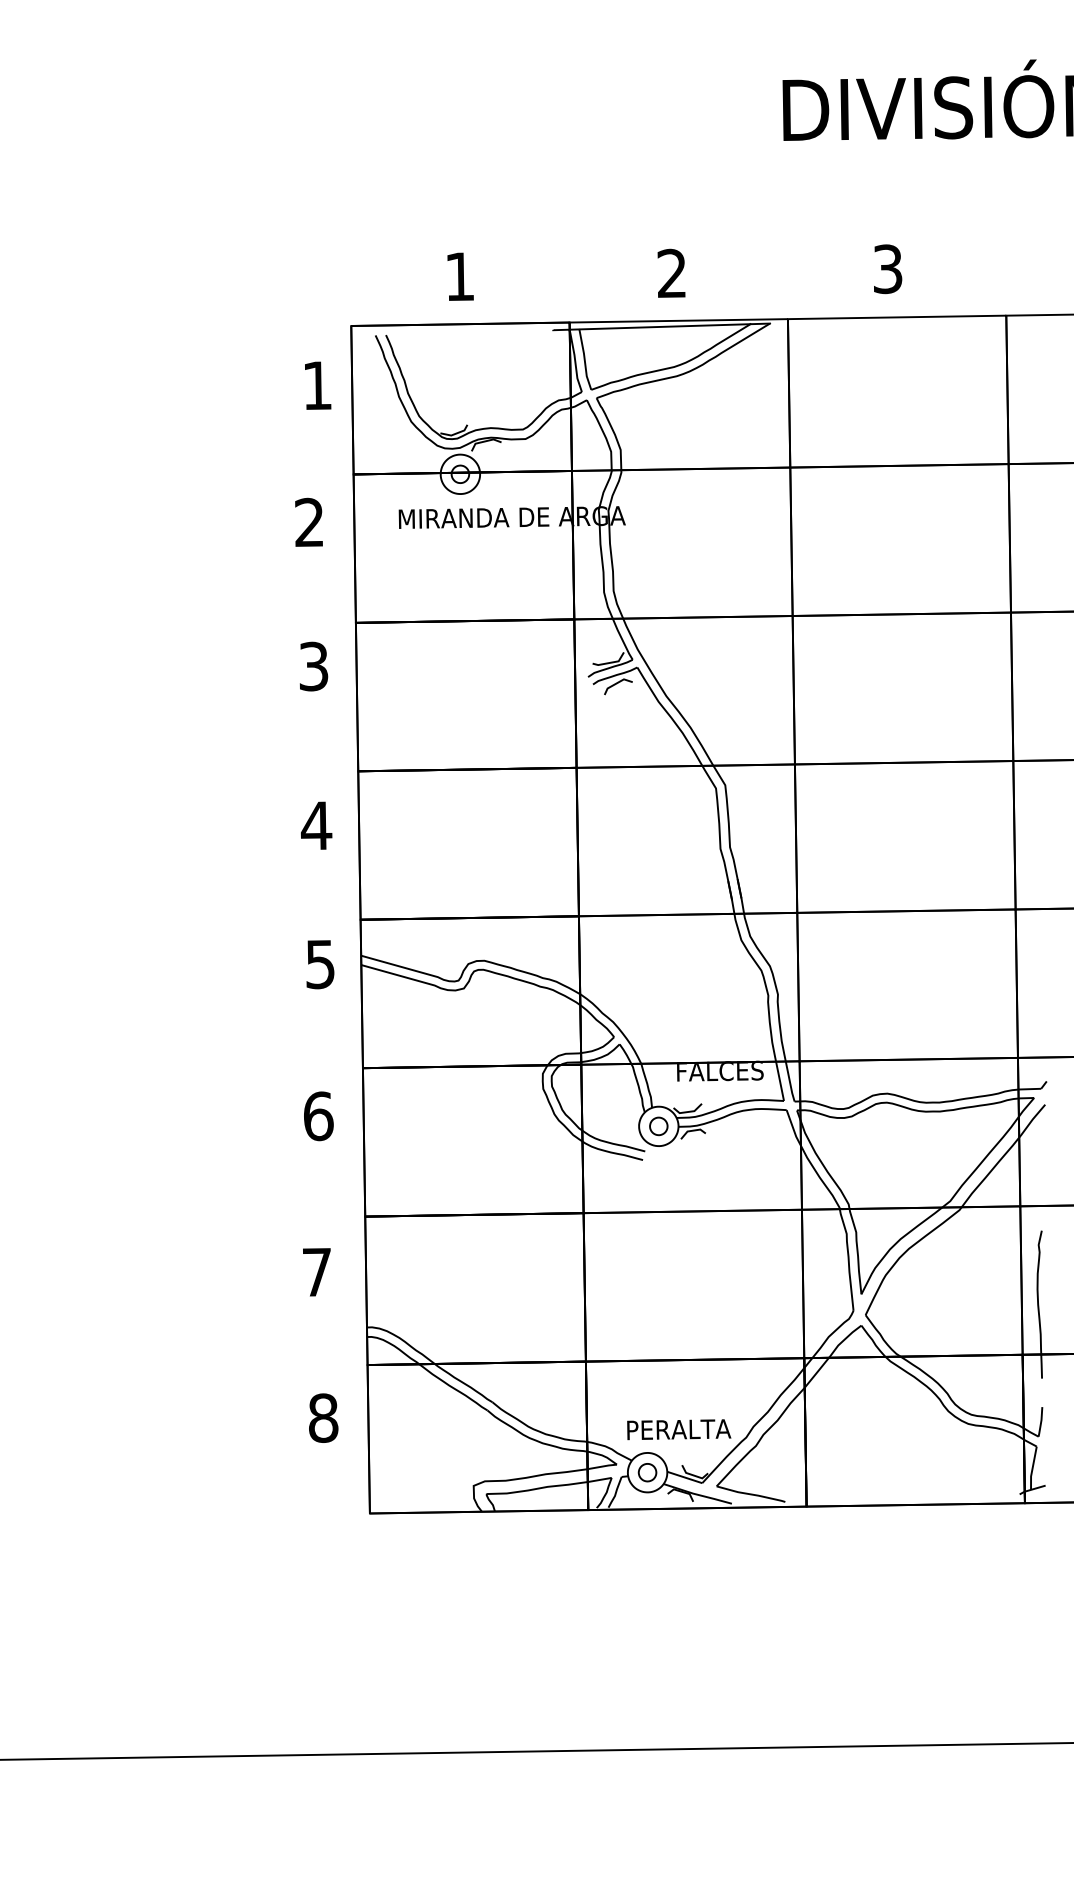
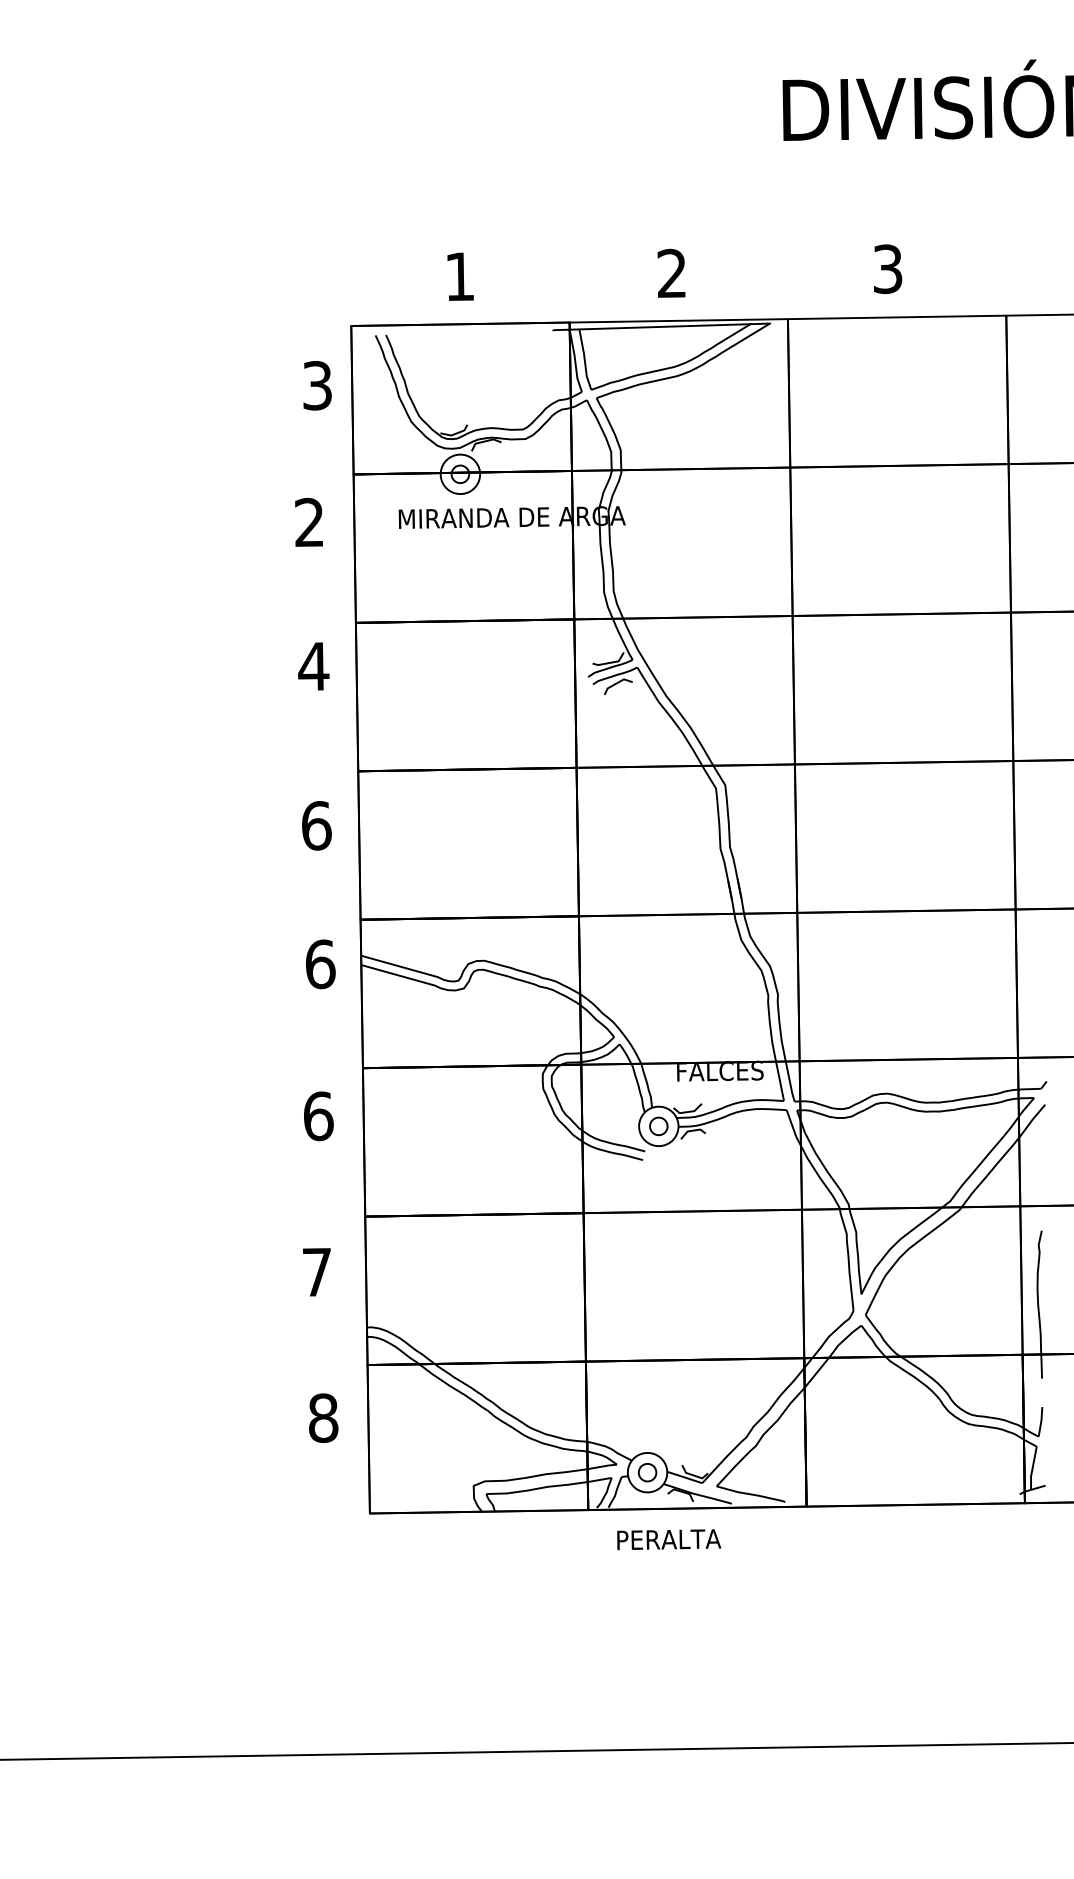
text at (317, 385): 1 -> 3
text at (313, 666): 3 -> 4
text at (316, 825): 4 -> 6
text at (320, 964): 5 -> 6
text at (679, 1429) position: (679, 1429) -> (669, 1539)
